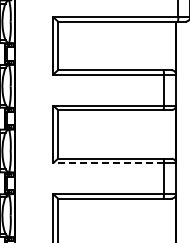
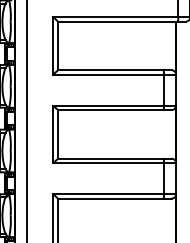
line at (27, 120): none -> present
line at (108, 163): dashed -> solid
